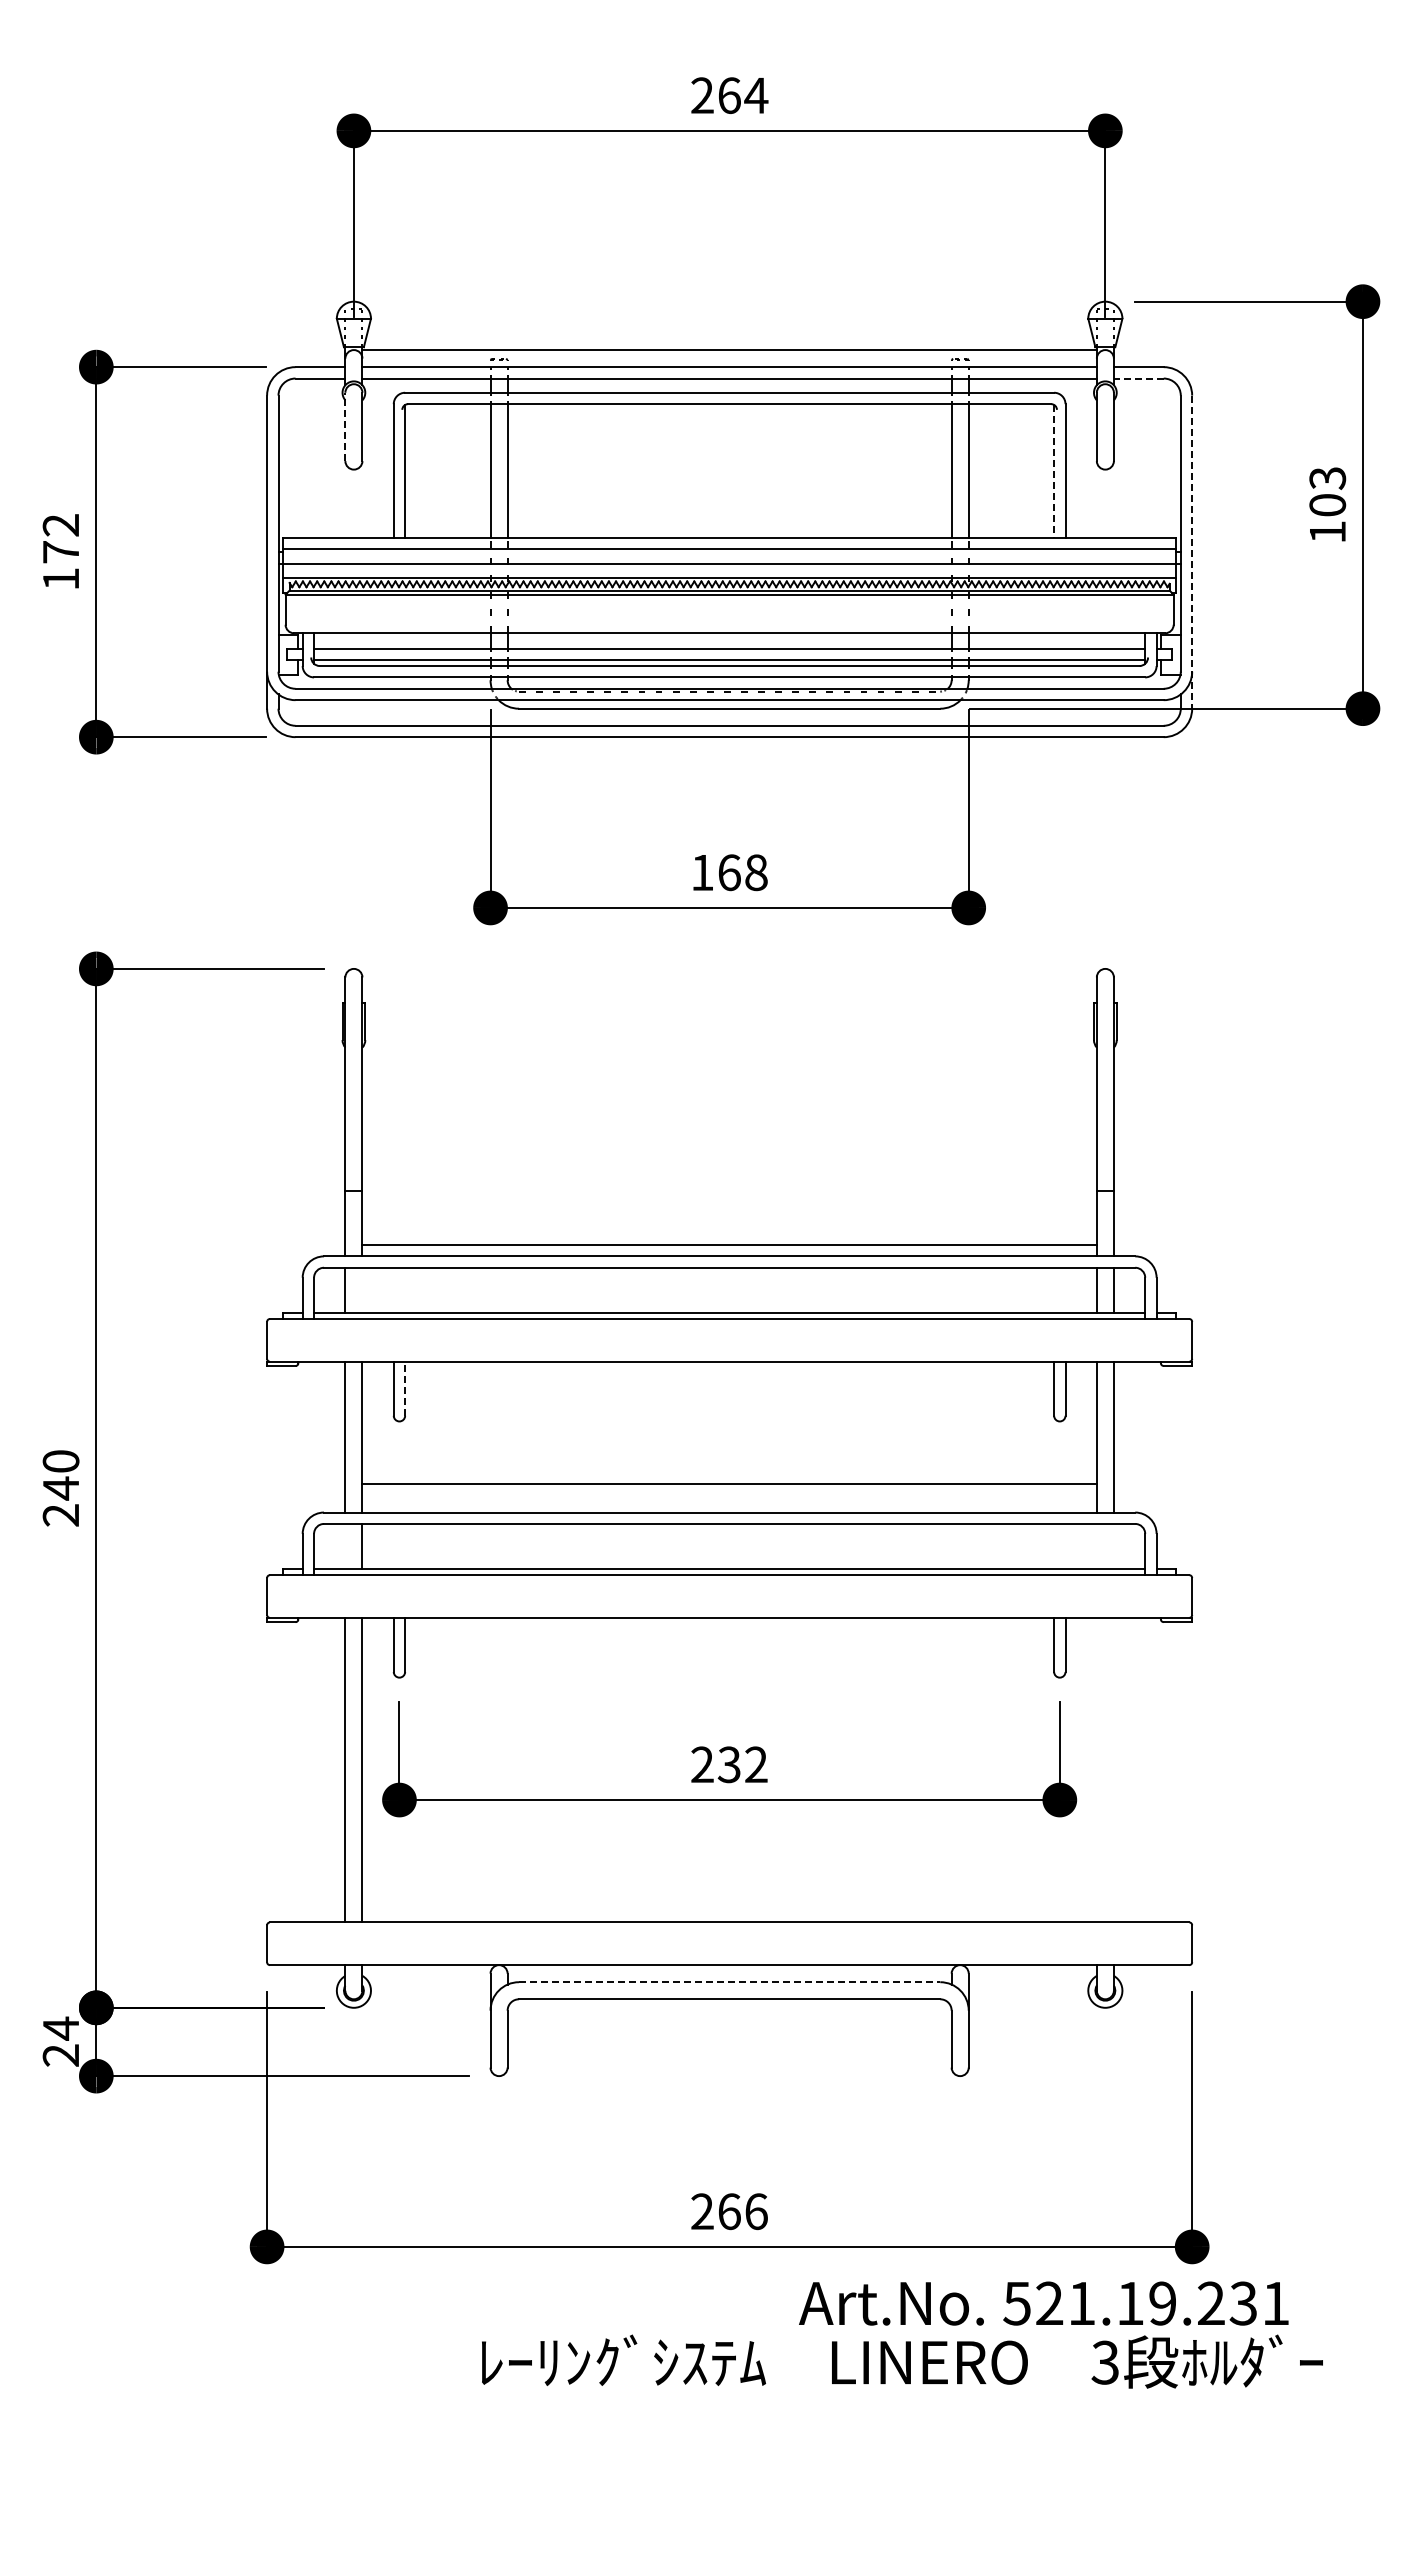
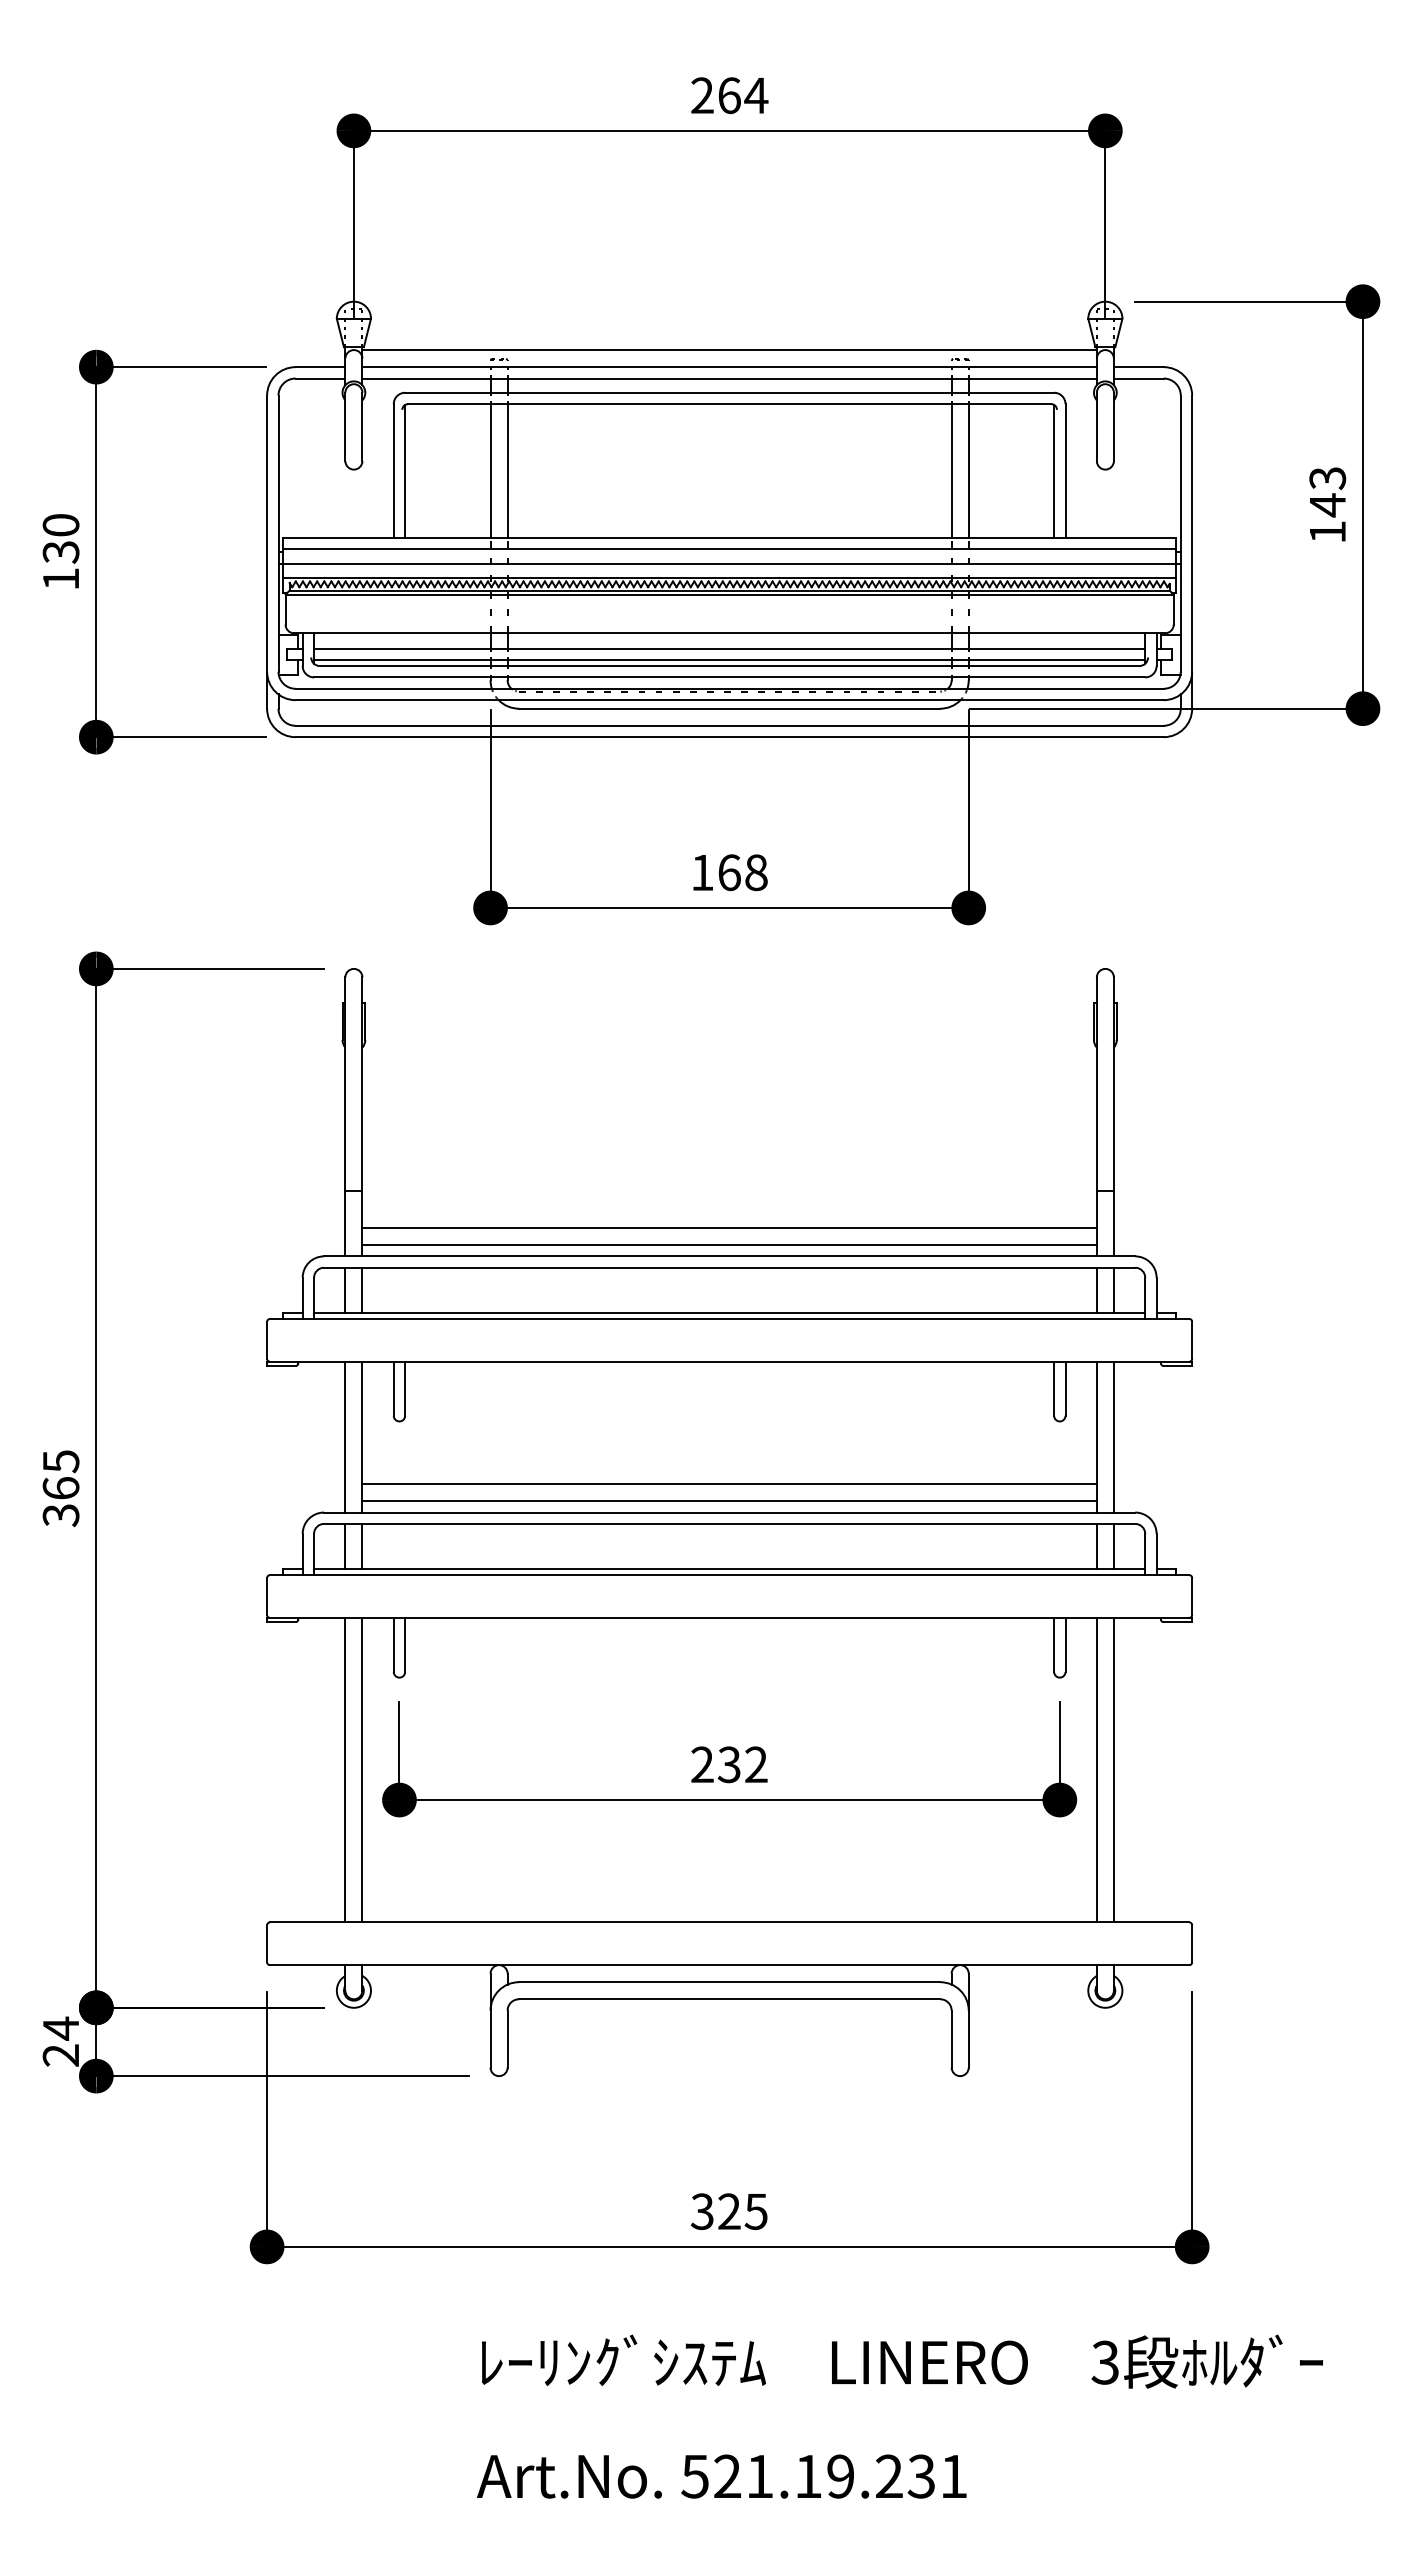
line at (1138, 378): dashed -> solid
line at (345, 426): dashed -> solid
line at (1054, 471): dashed -> solid
text at (1327, 505): 103 -> 143
text at (60, 538): 172 -> 130
line at (1192, 552): dashed -> solid
line at (729, 1227): none -> present
line at (362, 1290): none -> present
line at (405, 1388): dashed -> solid
text at (60, 1488): 240 -> 365
line at (729, 1501): none -> present
line at (345, 1546): none -> present
line at (1096, 1546): none -> present
line at (1113, 1546): none -> present
line at (1096, 1769): none -> present
line at (1113, 1769): none -> present
line at (729, 1982): dashed -> solid
text at (728, 2211): 266 -> 325
text at (1043, 2303) position: (1043, 2303) -> (721, 2476)
